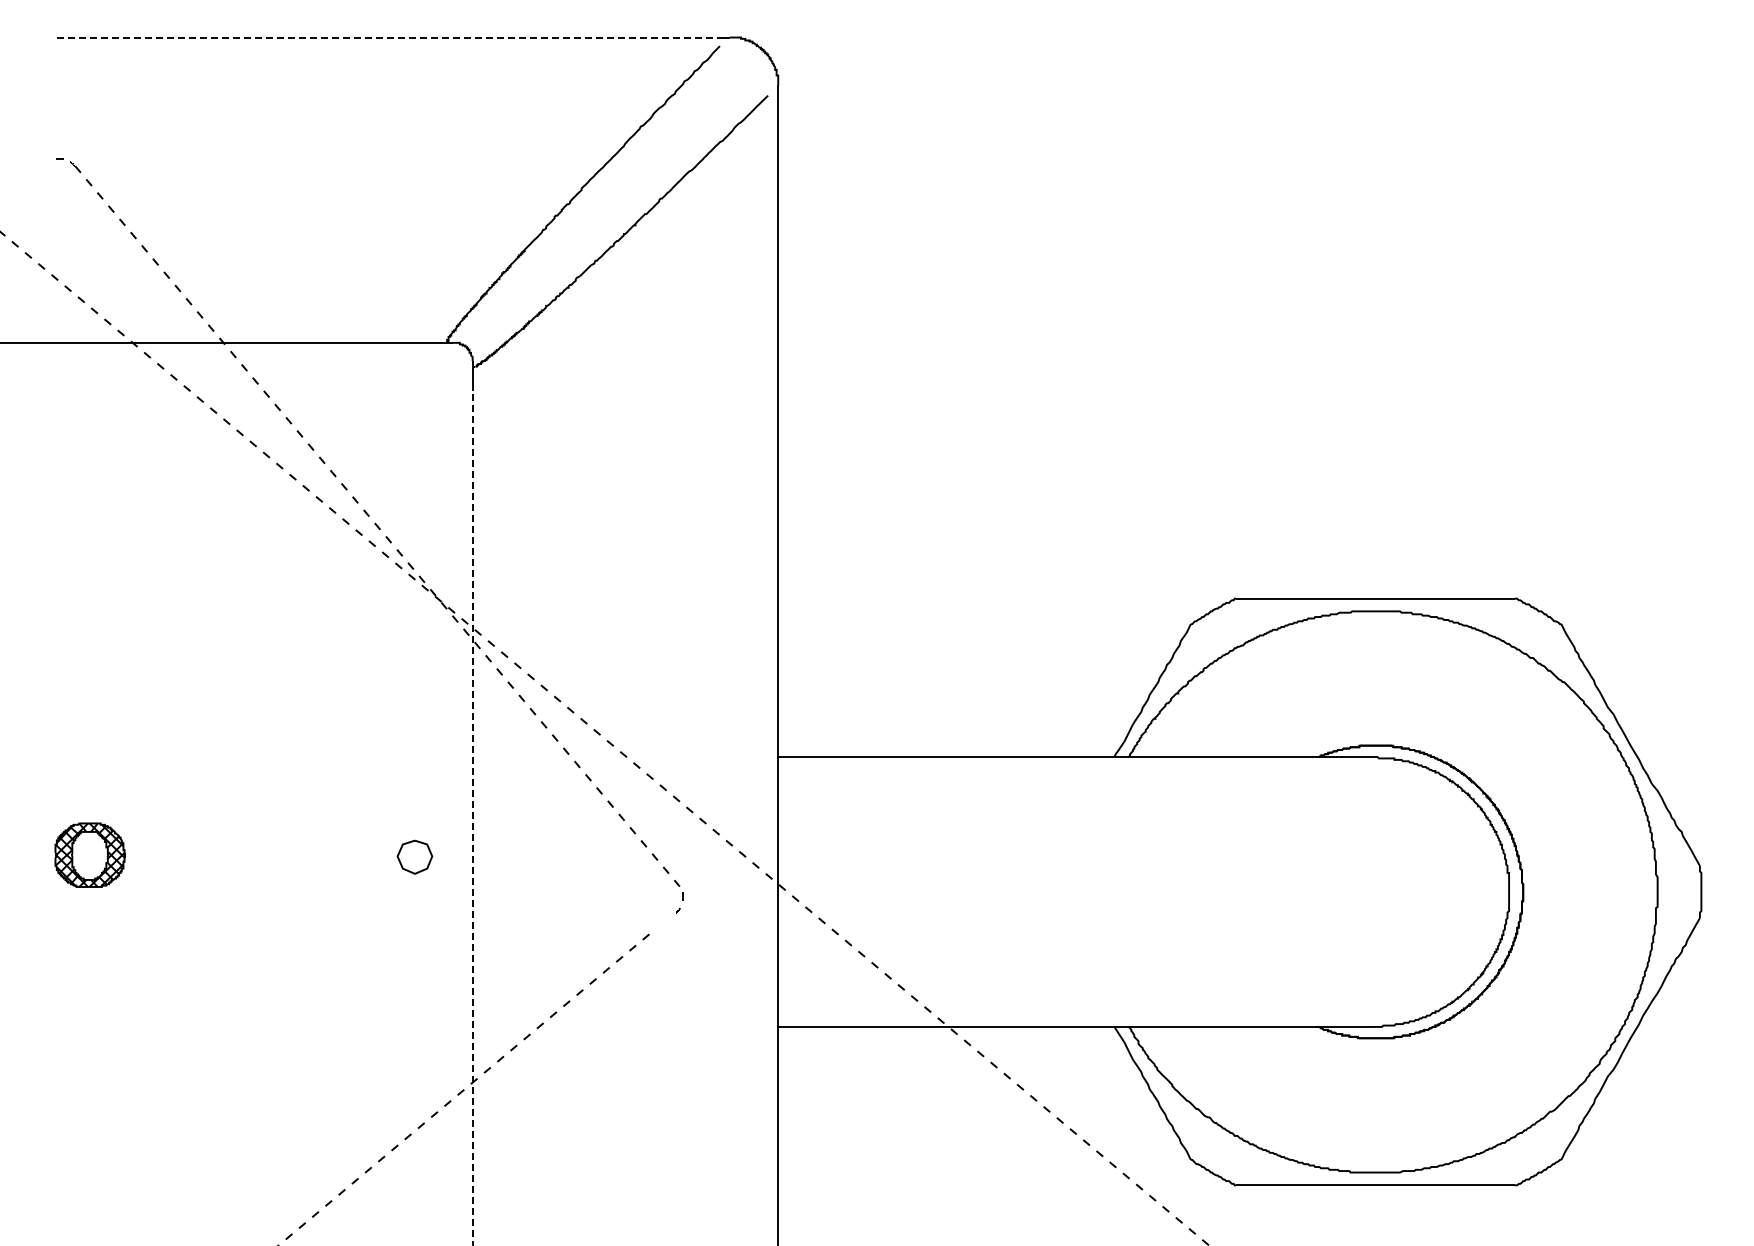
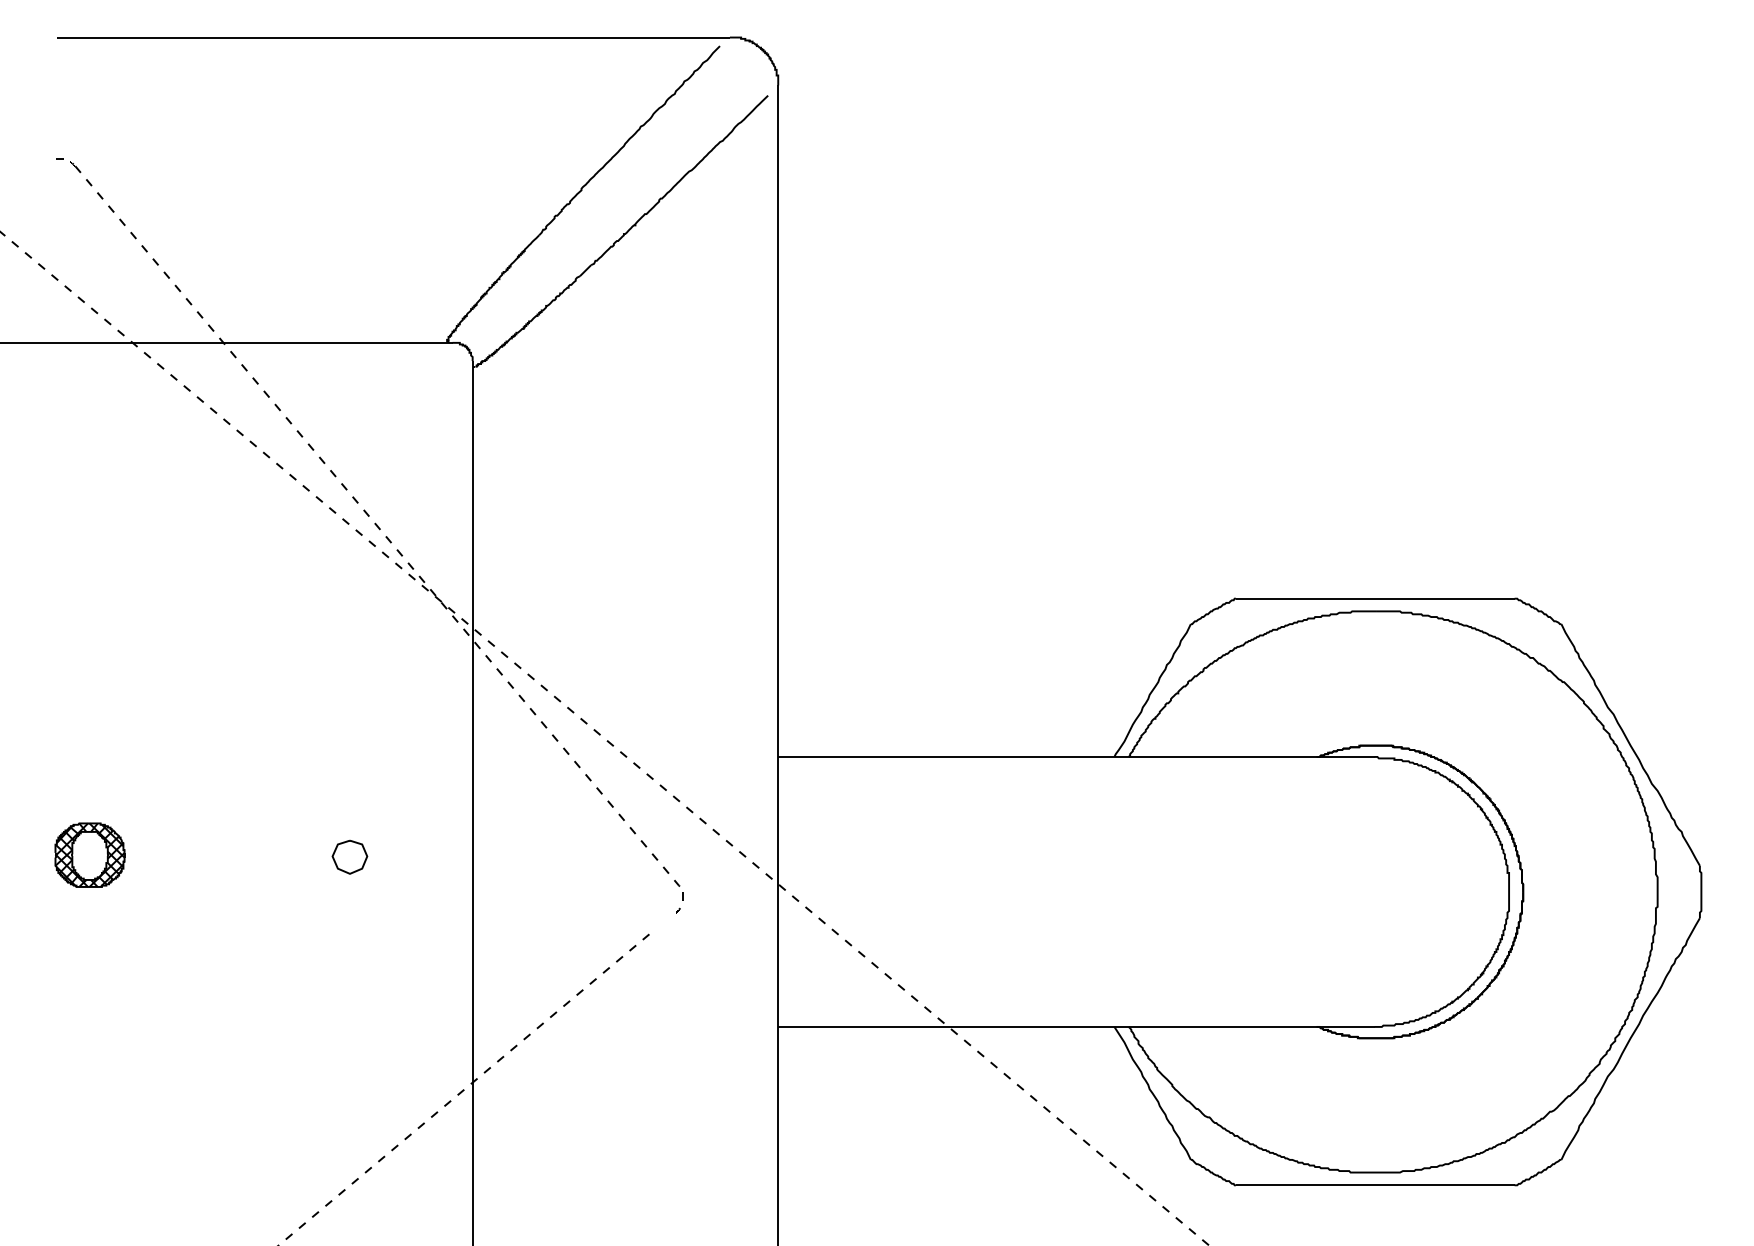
line at (388, 37): dashed -> solid
line at (472, 817): dashed -> solid
part at (414, 856) position: (414, 856) -> (349, 856)
